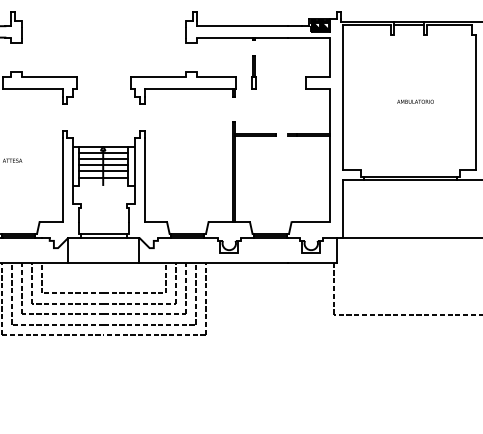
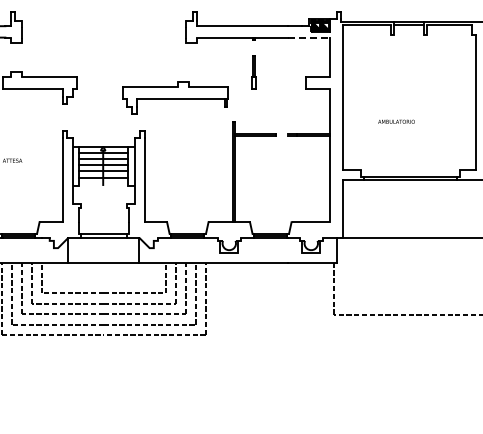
line at (308, 37): solid -> dashed
part at (183, 87) position: (183, 87) -> (175, 97)
text at (415, 101) position: (415, 101) -> (396, 121)
